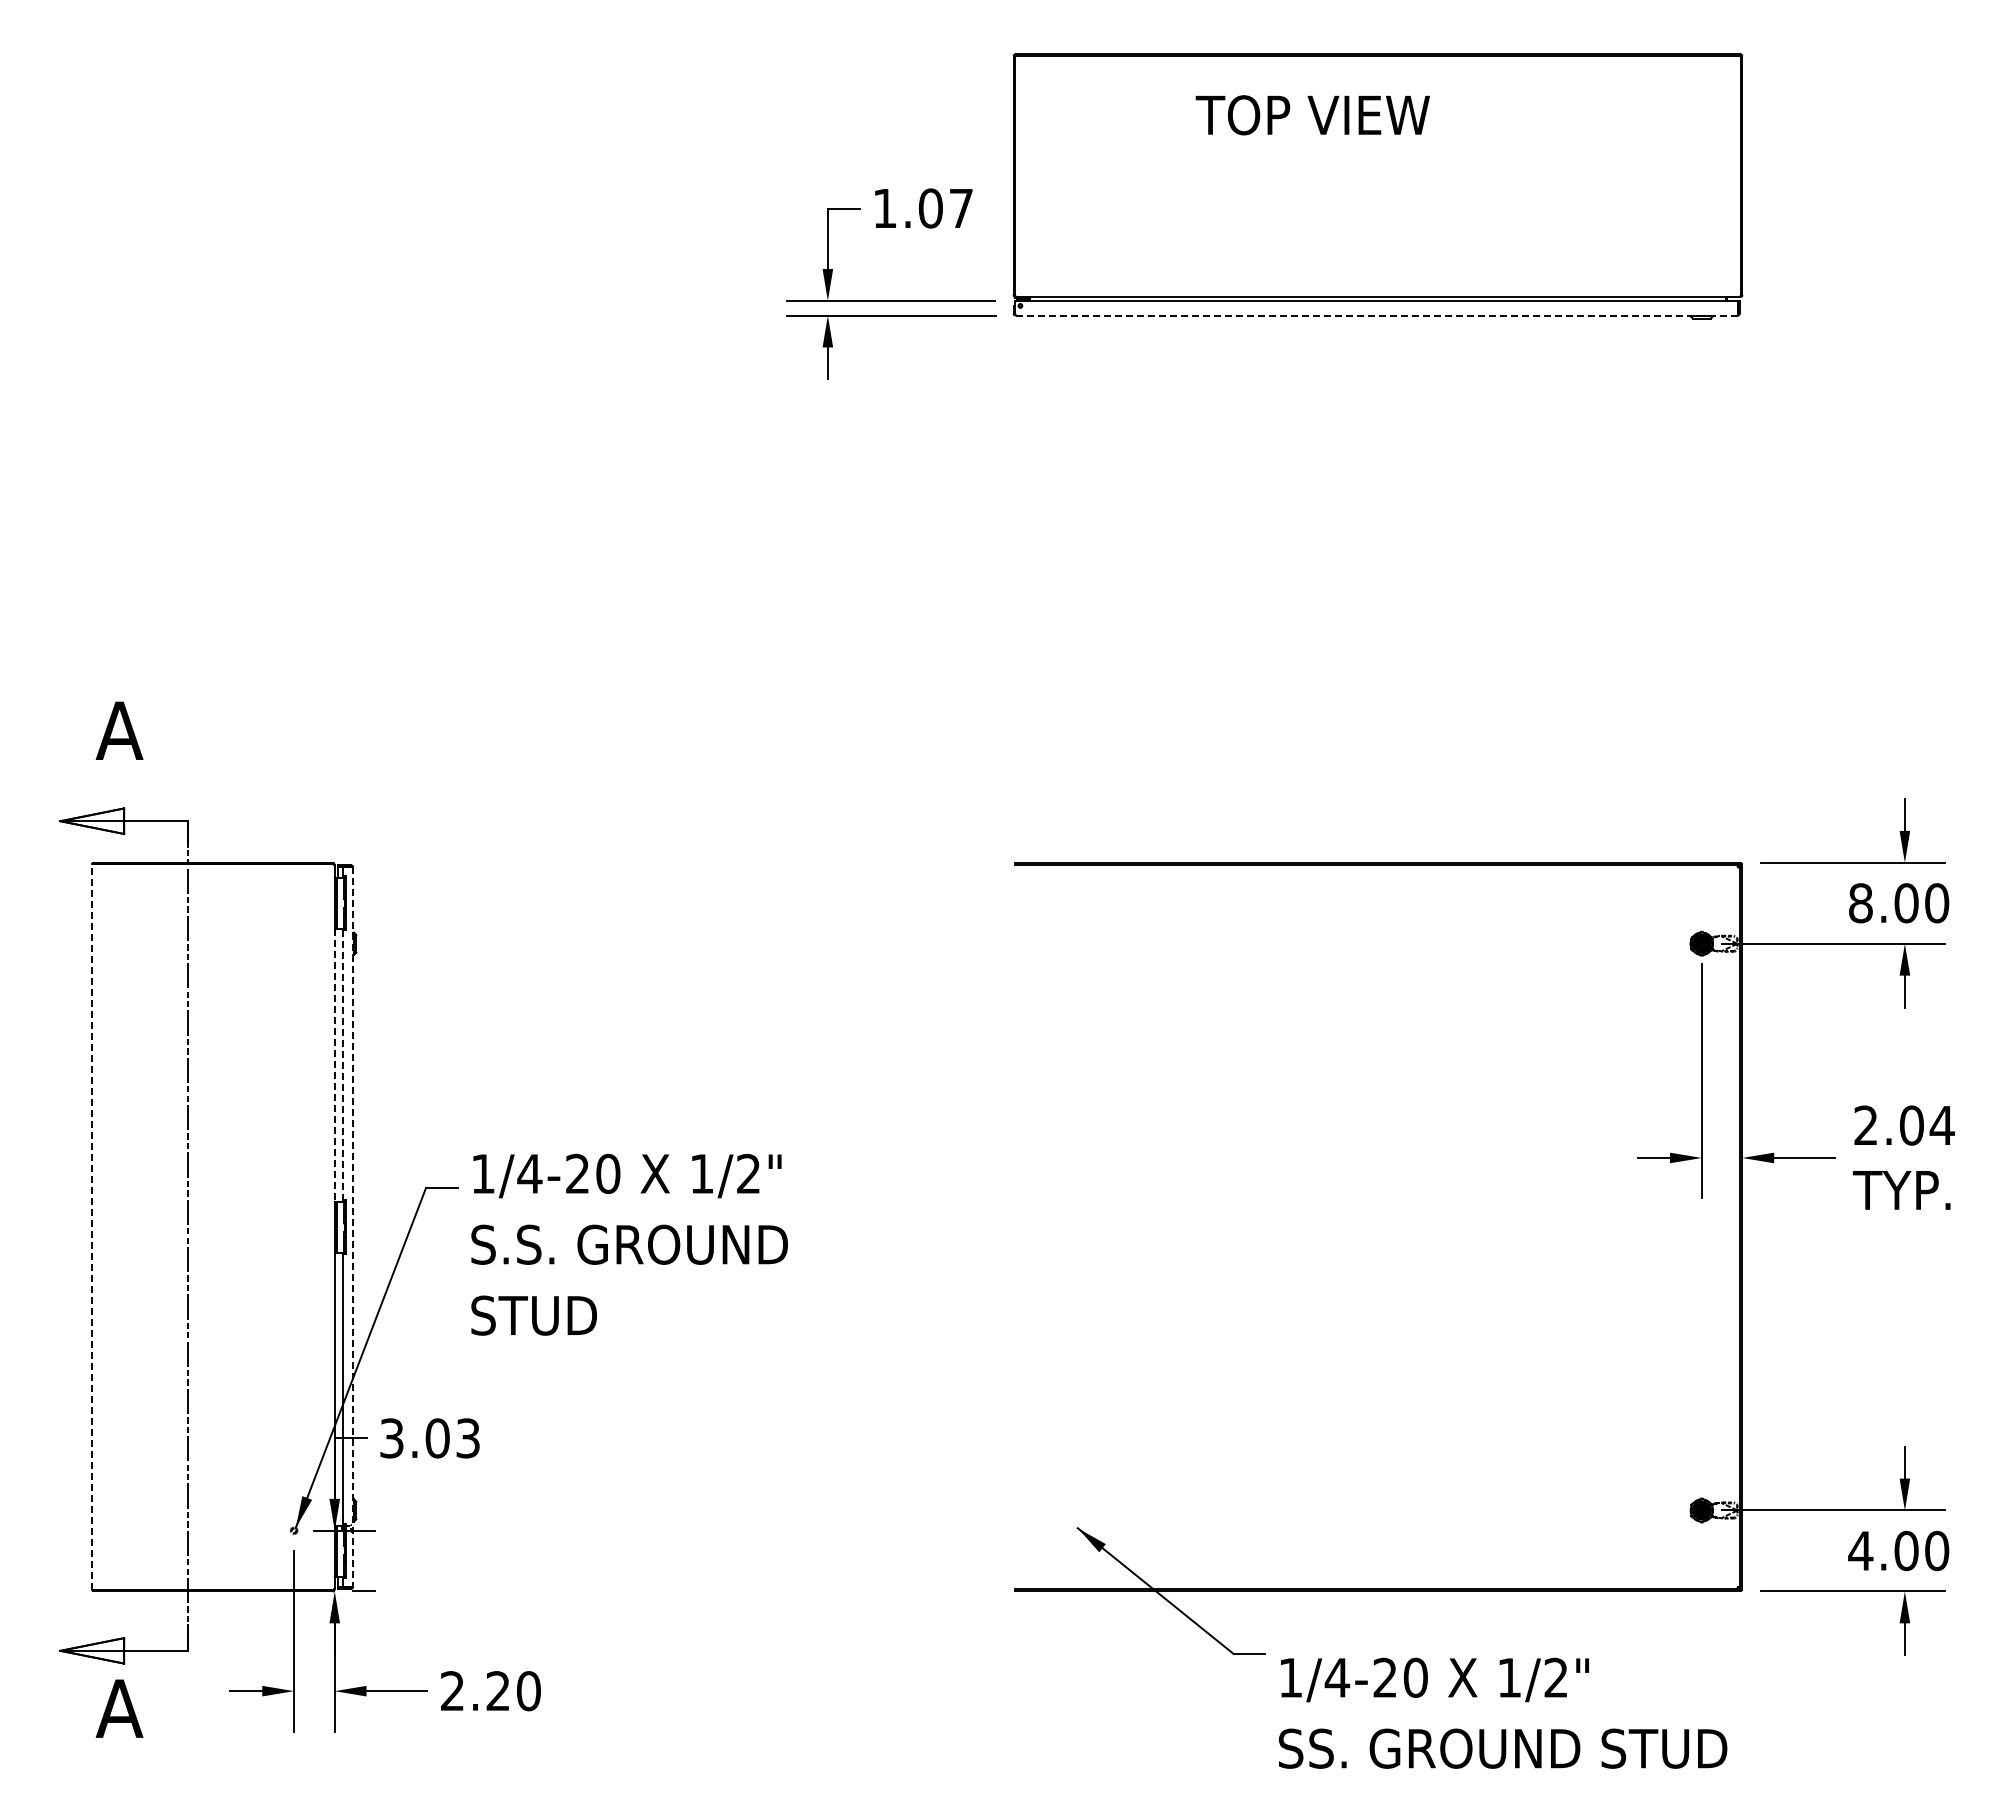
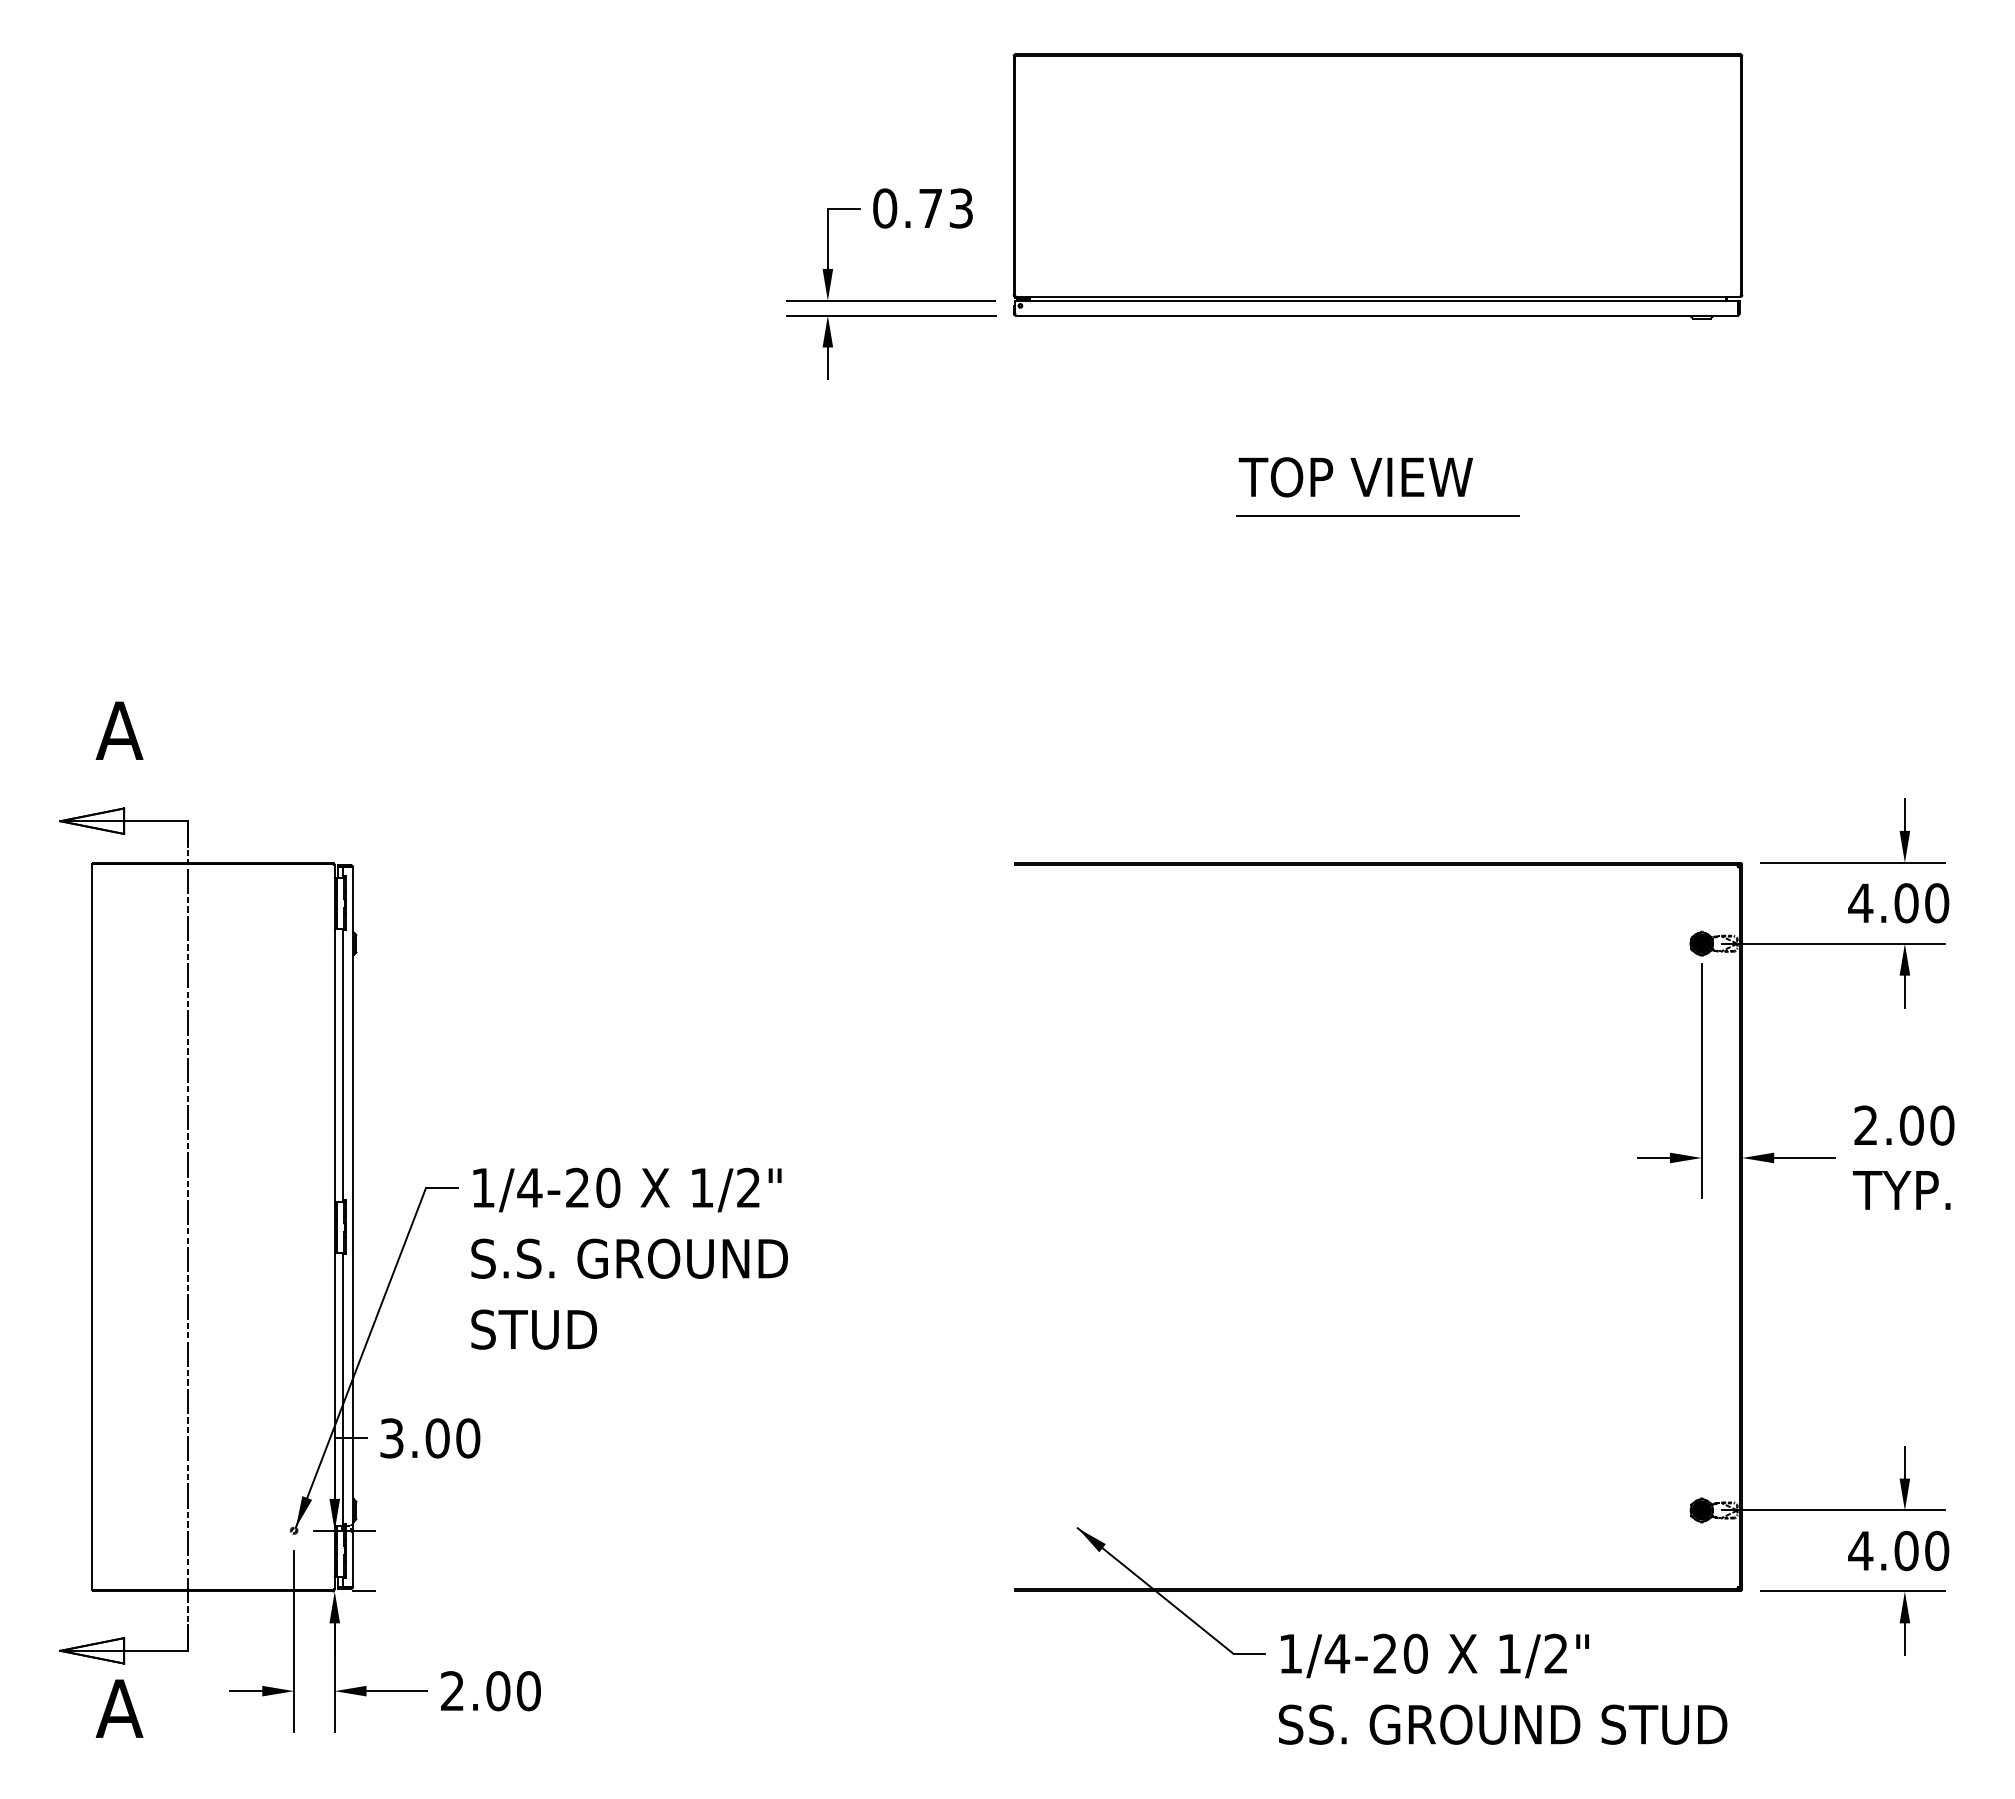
text at (1312, 115) position: (1312, 115) -> (1355, 477)
text at (922, 208): 1.07 -> 0.73
line at (1376, 315): dashed -> solid
line at (1377, 516): none -> present
text at (1860, 903): 8.00 -> 4.00
line at (334, 1065): dashed -> solid
line at (343, 1065): dashed -> solid
text at (1941, 1125): 2.04 -> 2.00
line at (91, 1227): dashed -> solid
line at (353, 1227): dashed -> solid
text at (629, 1244) position: (629, 1244) -> (629, 1258)
text at (468, 1438): 3.03 -> 3.00
text at (498, 1691): 2.20 -> 2.00
text at (1502, 1712) position: (1502, 1712) -> (1502, 1688)
